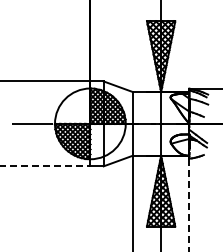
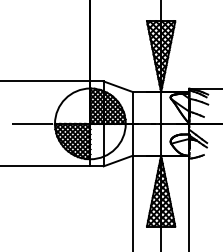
line at (45, 166): dashed -> solid
line at (189, 205): dashed -> solid
